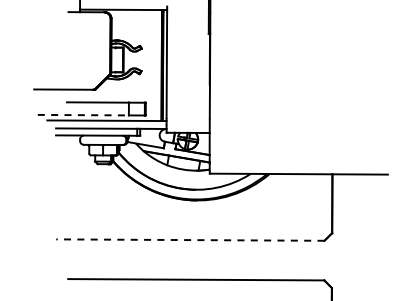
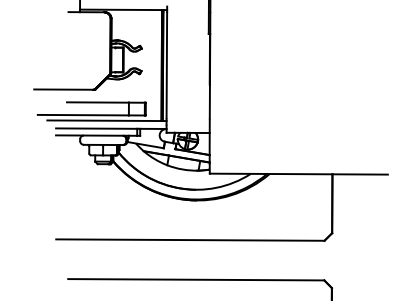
line at (83, 115): dashed -> solid
line at (189, 240): dashed -> solid
